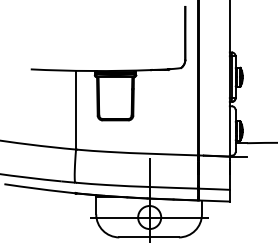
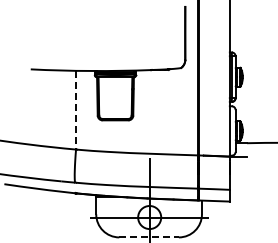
line at (76, 110): solid -> dashed
line at (149, 237): solid -> dashed
